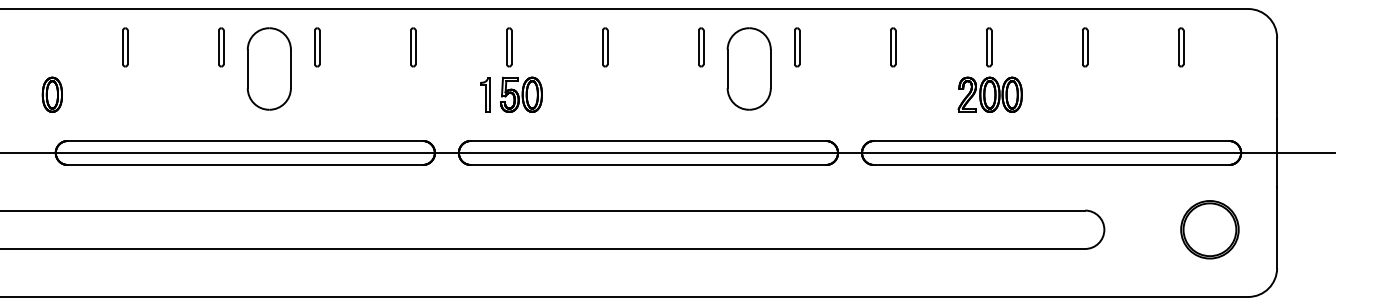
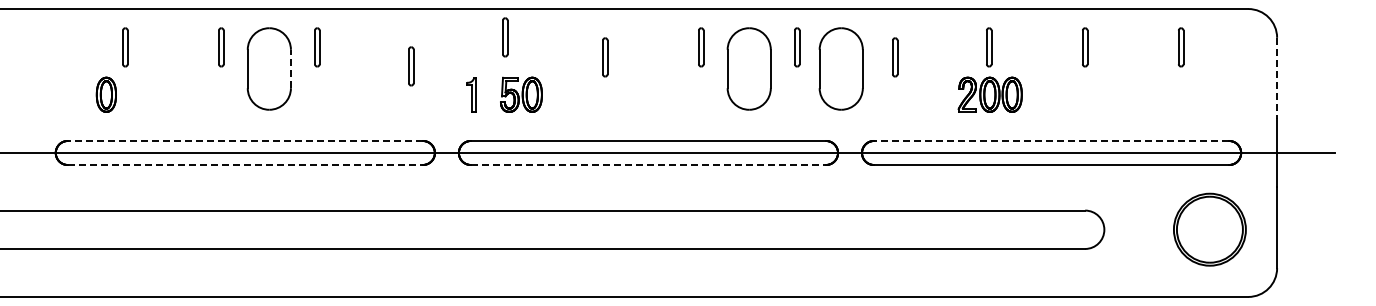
part at (413, 47) position: (413, 47) -> (411, 66)
part at (509, 47) position: (509, 47) -> (505, 37)
part at (605, 47) position: (605, 47) -> (605, 57)
part at (893, 47) position: (893, 47) -> (895, 57)
line at (290, 68): solid -> dashed
part at (840, 68): none -> present
line at (1277, 78): solid -> dashed
part at (51, 94) position: (51, 94) -> (105, 94)
part at (485, 94) position: (485, 94) -> (471, 94)
line at (245, 141): solid -> dashed
line at (1051, 141): solid -> dashed
line at (245, 164): solid -> dashed
line at (648, 164): solid -> dashed
part at (1209, 229) size: 60x60 px -> 74x75 px
